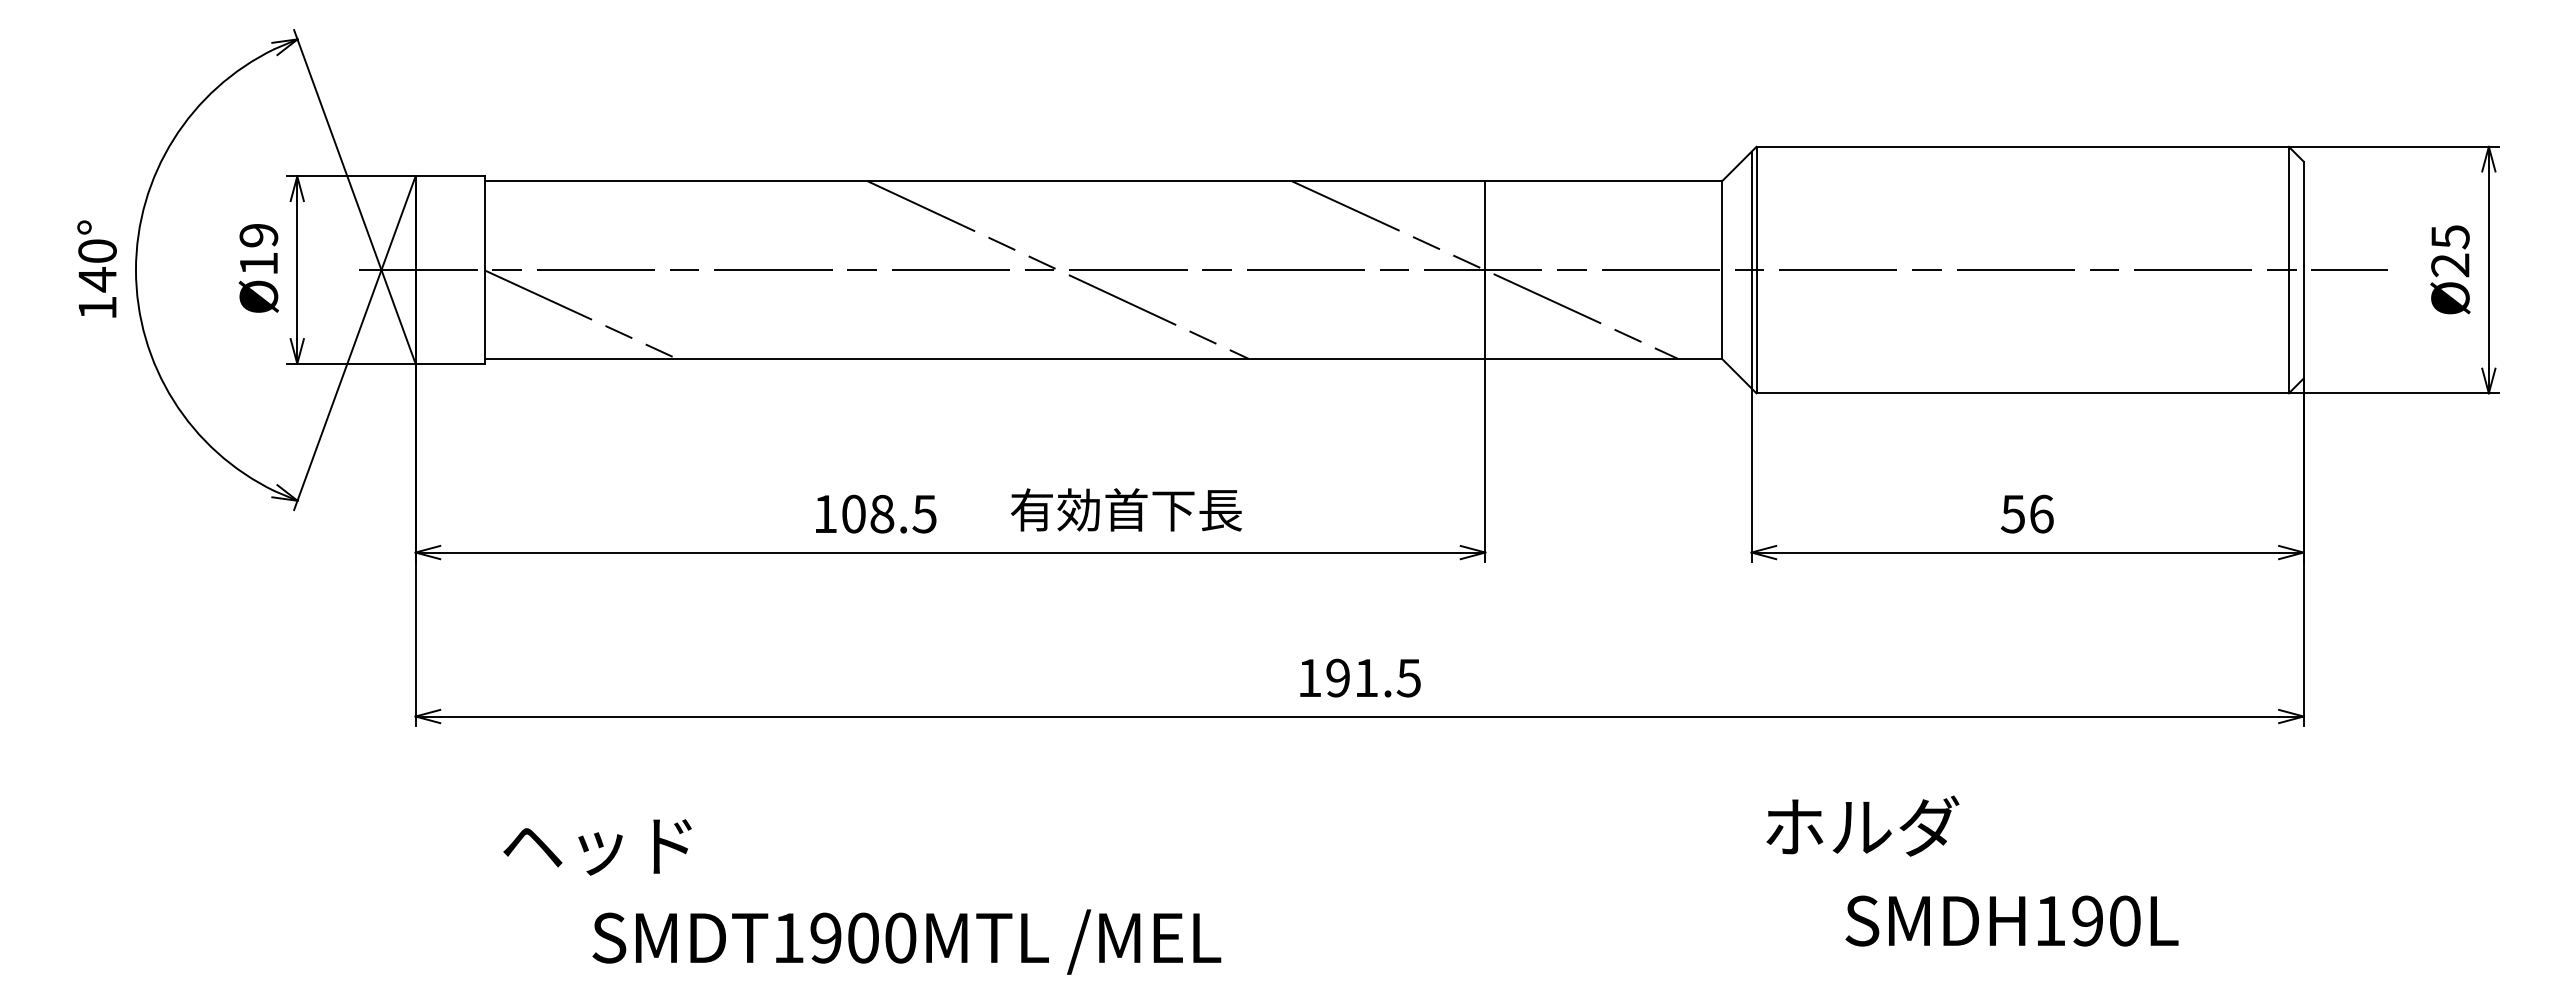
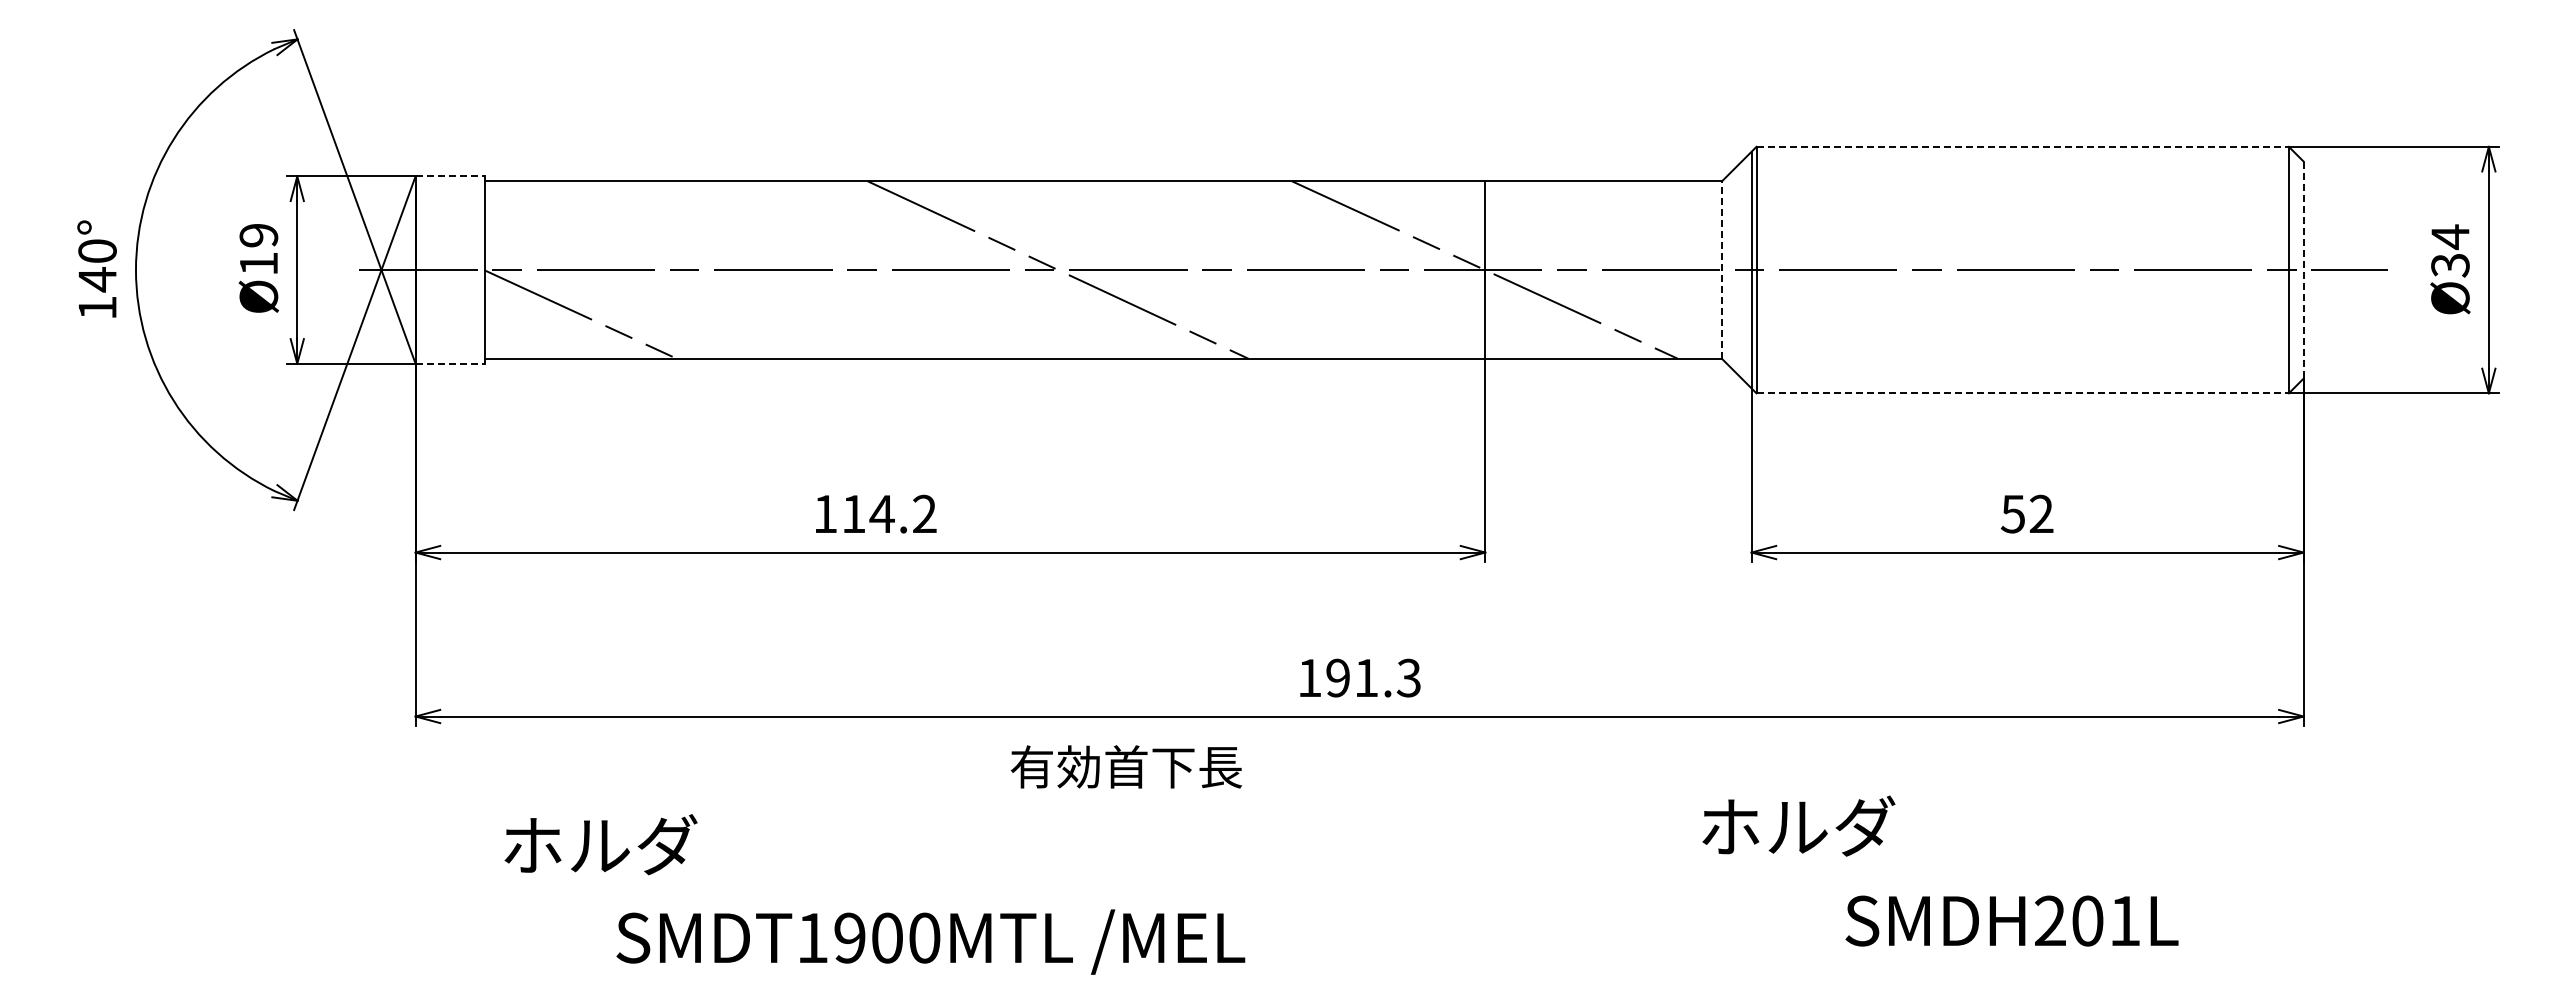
line at (2023, 146): solid -> dashed
line at (450, 176): solid -> dashed
text at (2450, 250): Ø25 -> Ø34
line at (1721, 270): solid -> dashed
line at (2303, 270): solid -> dashed
line at (450, 363): solid -> dashed
line at (2023, 393): solid -> dashed
text at (1126, 509) position: (1126, 509) -> (1126, 766)
text at (889, 513): 108.5 -> 114.2
text at (2041, 513): 56 -> 52
text at (1408, 677): 191.5 -> 191.3
text at (1862, 825) position: (1862, 825) -> (1798, 825)
text at (600, 844): ヘッド -> ホルダ
text at (2087, 920): SMDH190L -> SMDH201L
text at (906, 941) position: (906, 941) -> (930, 941)
